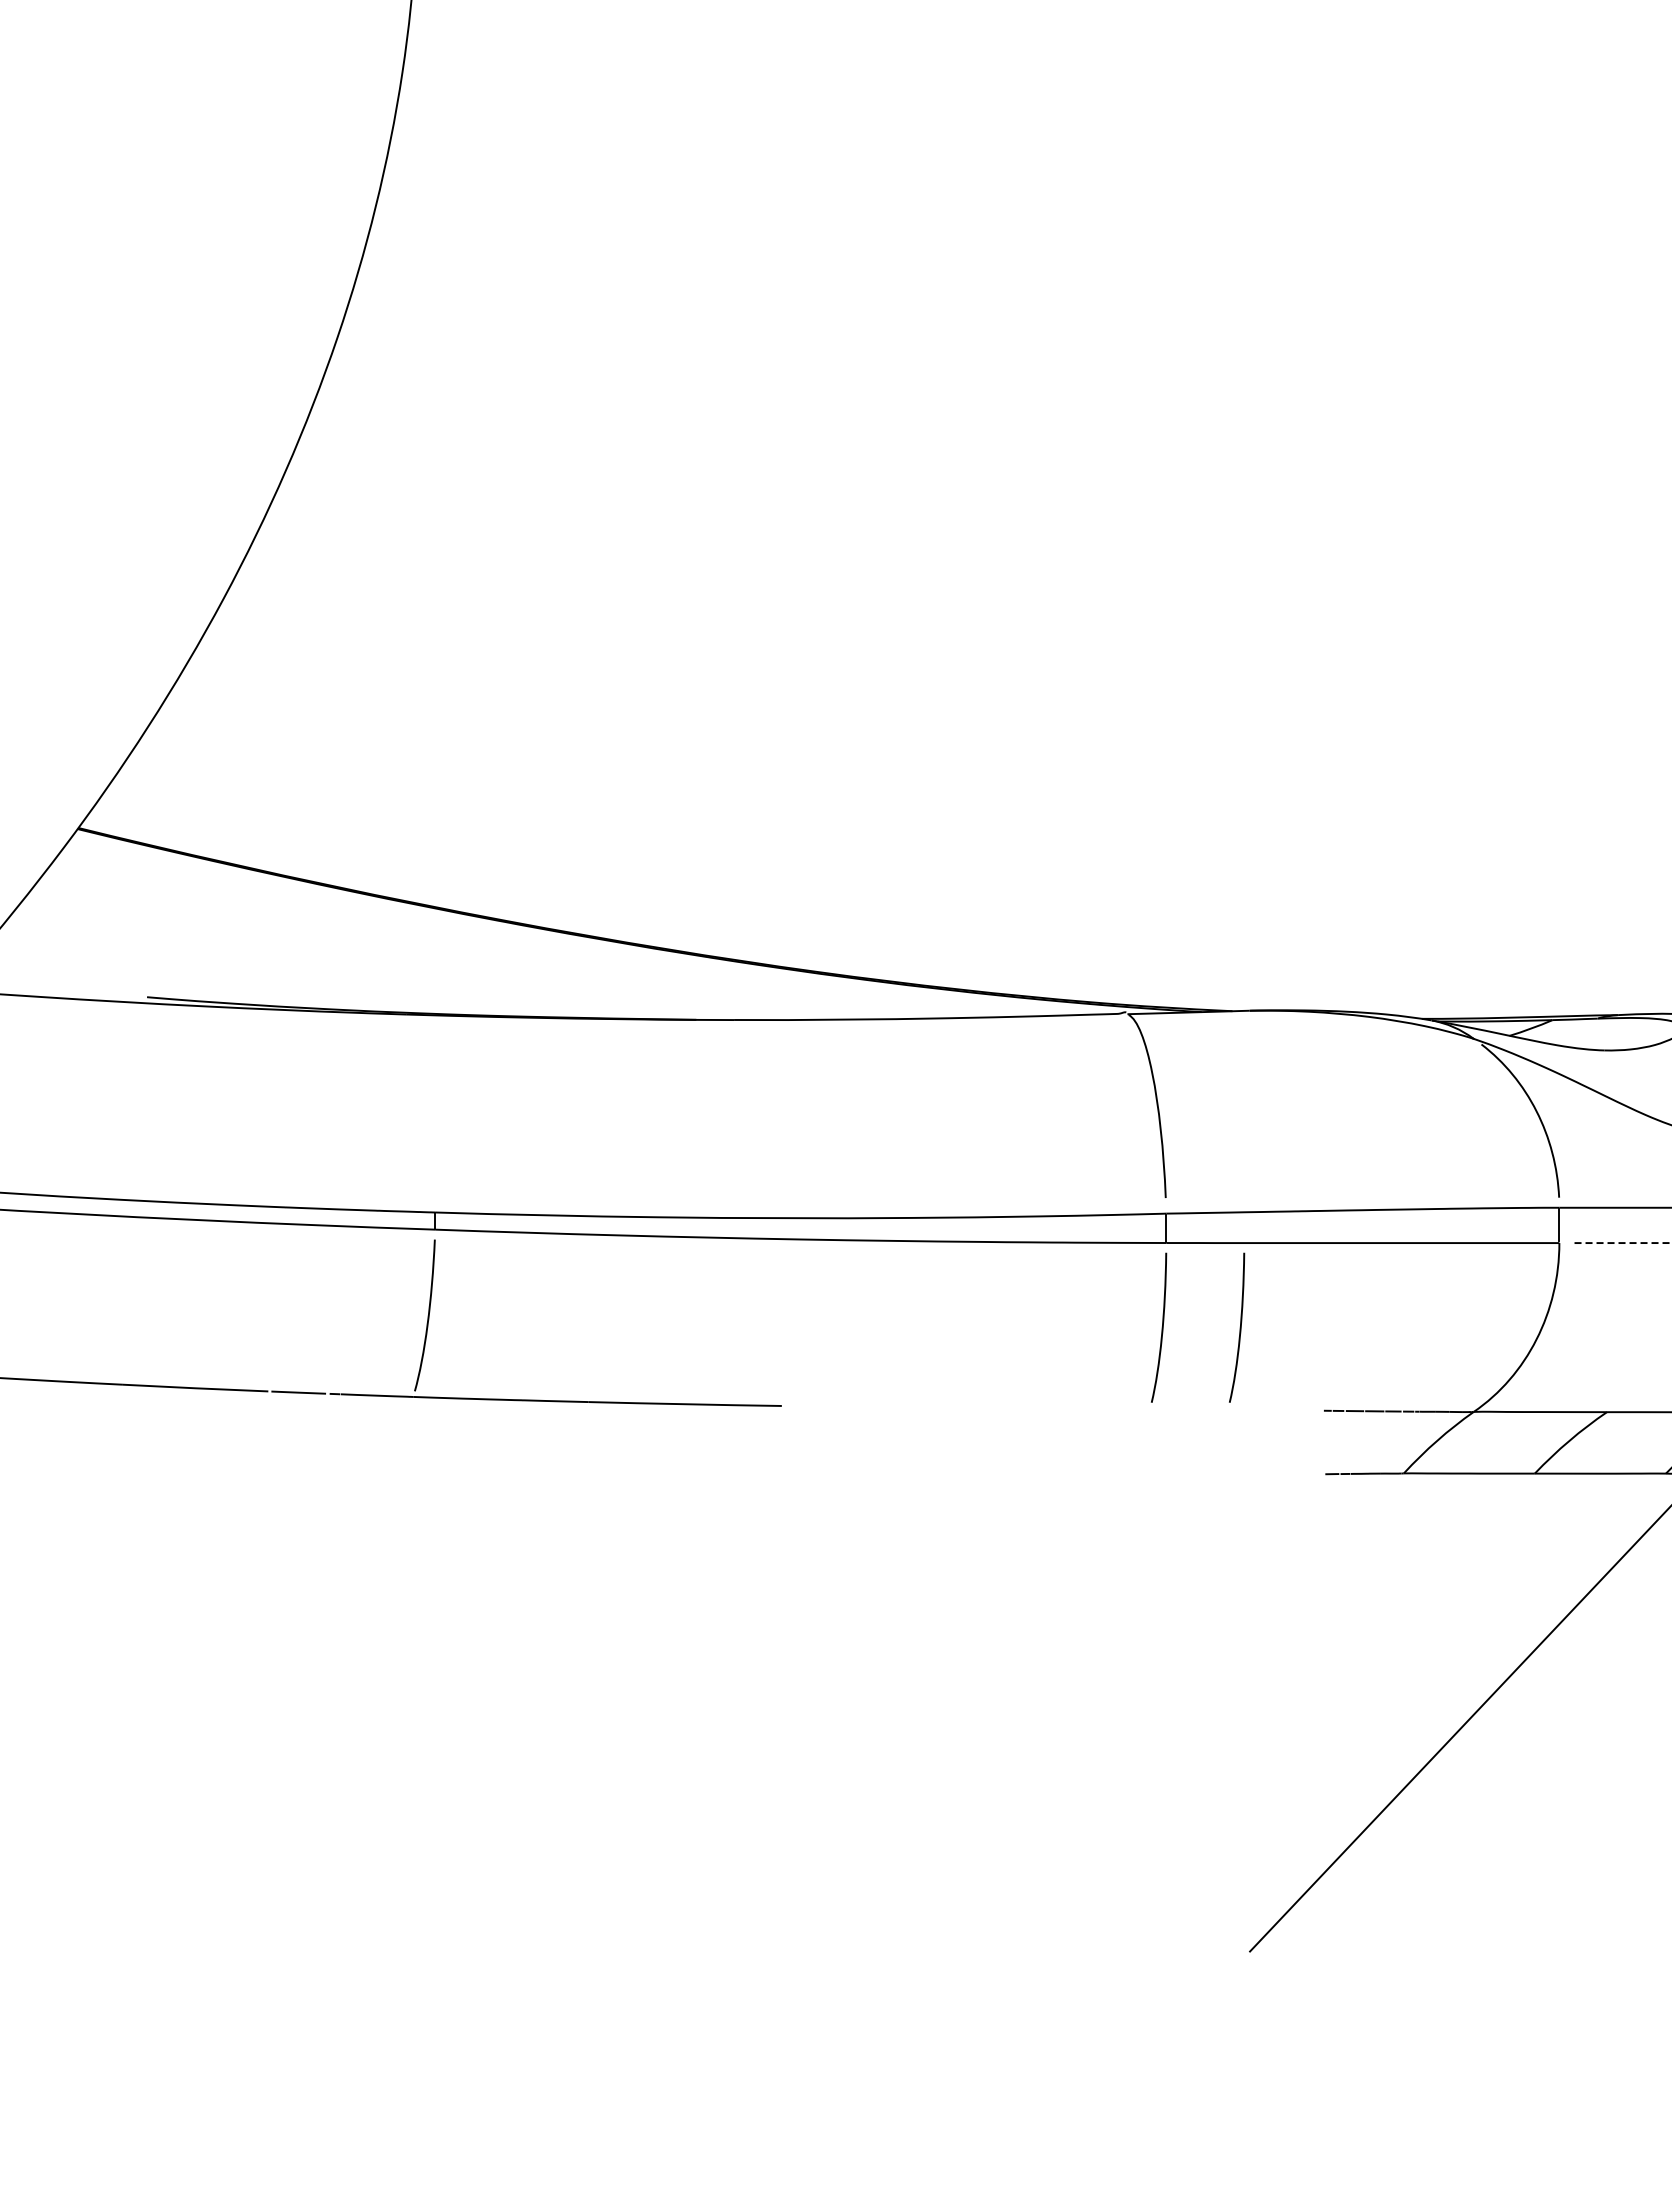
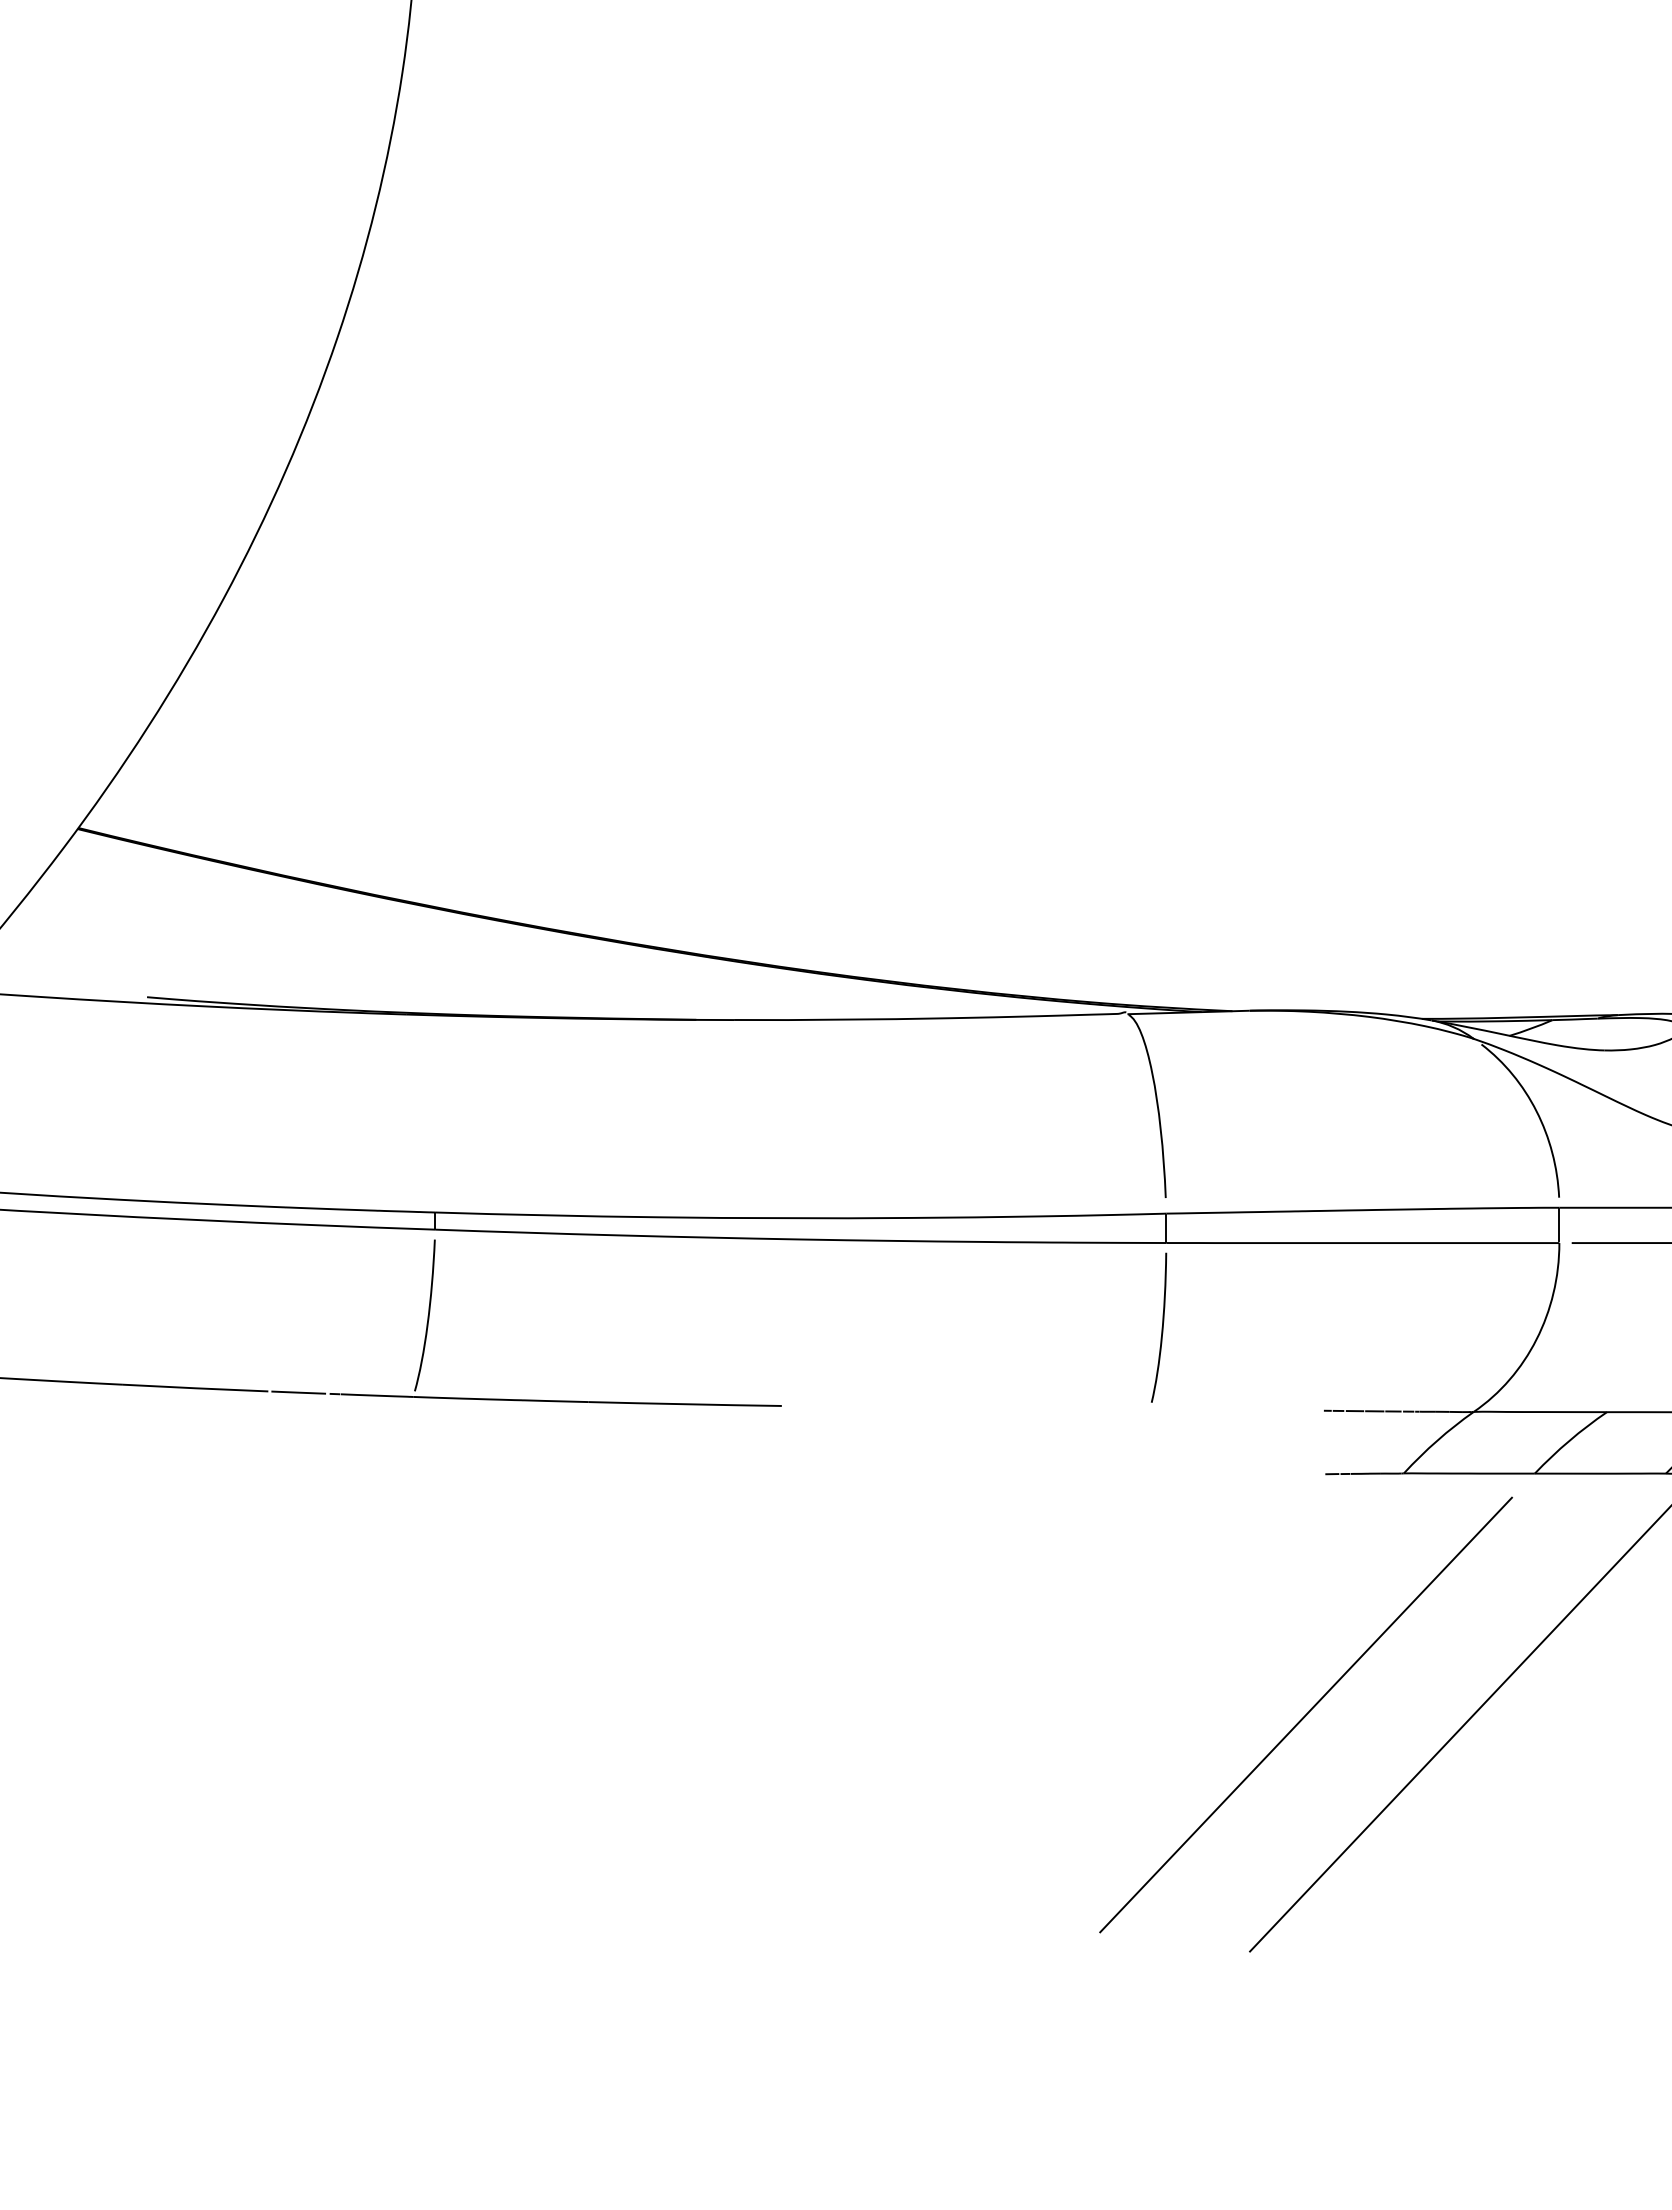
line at (1621, 1243): dashed -> solid
curve at (1239, 1327): present -> none
line at (1305, 1714): none -> present
